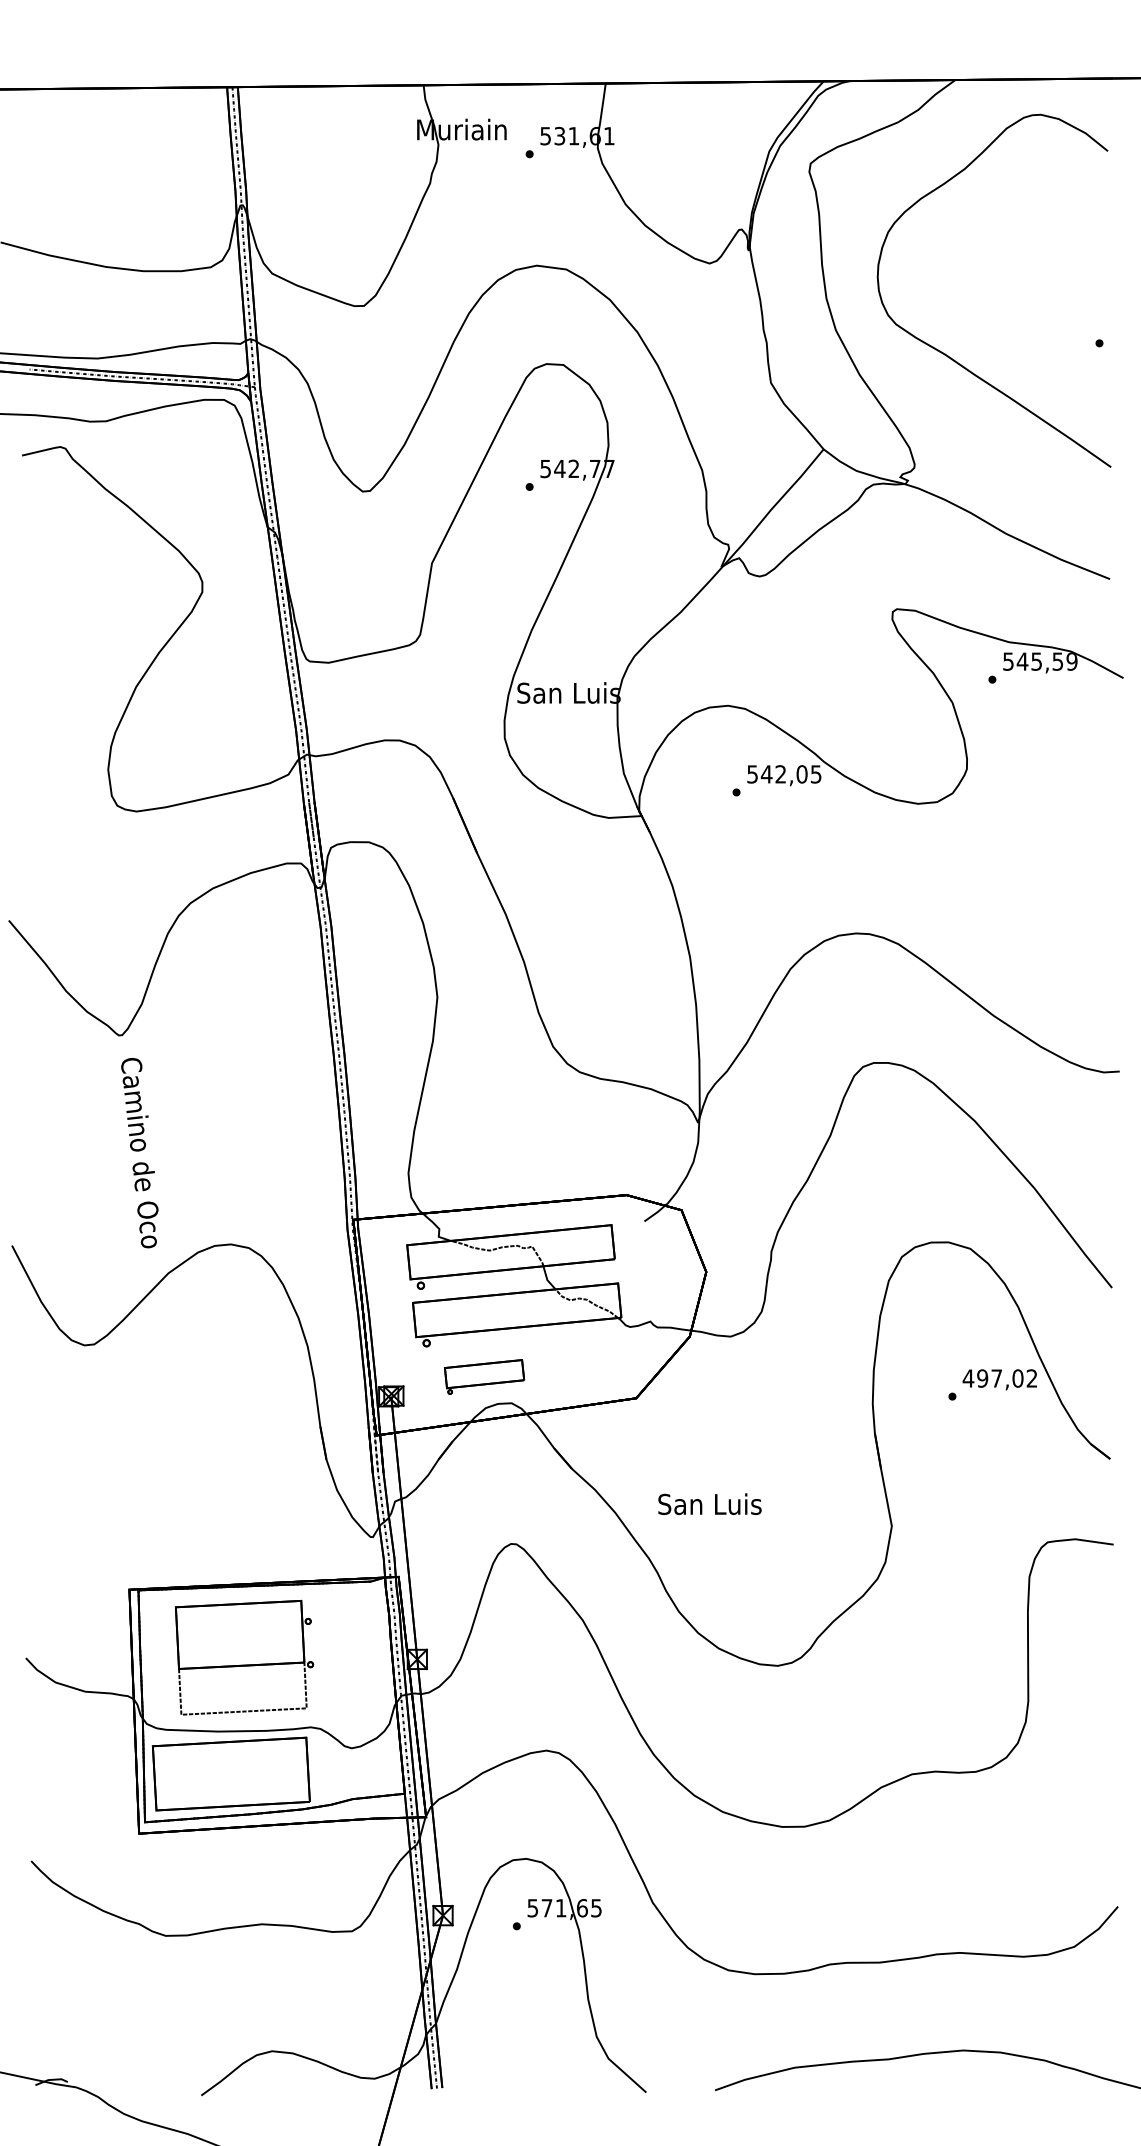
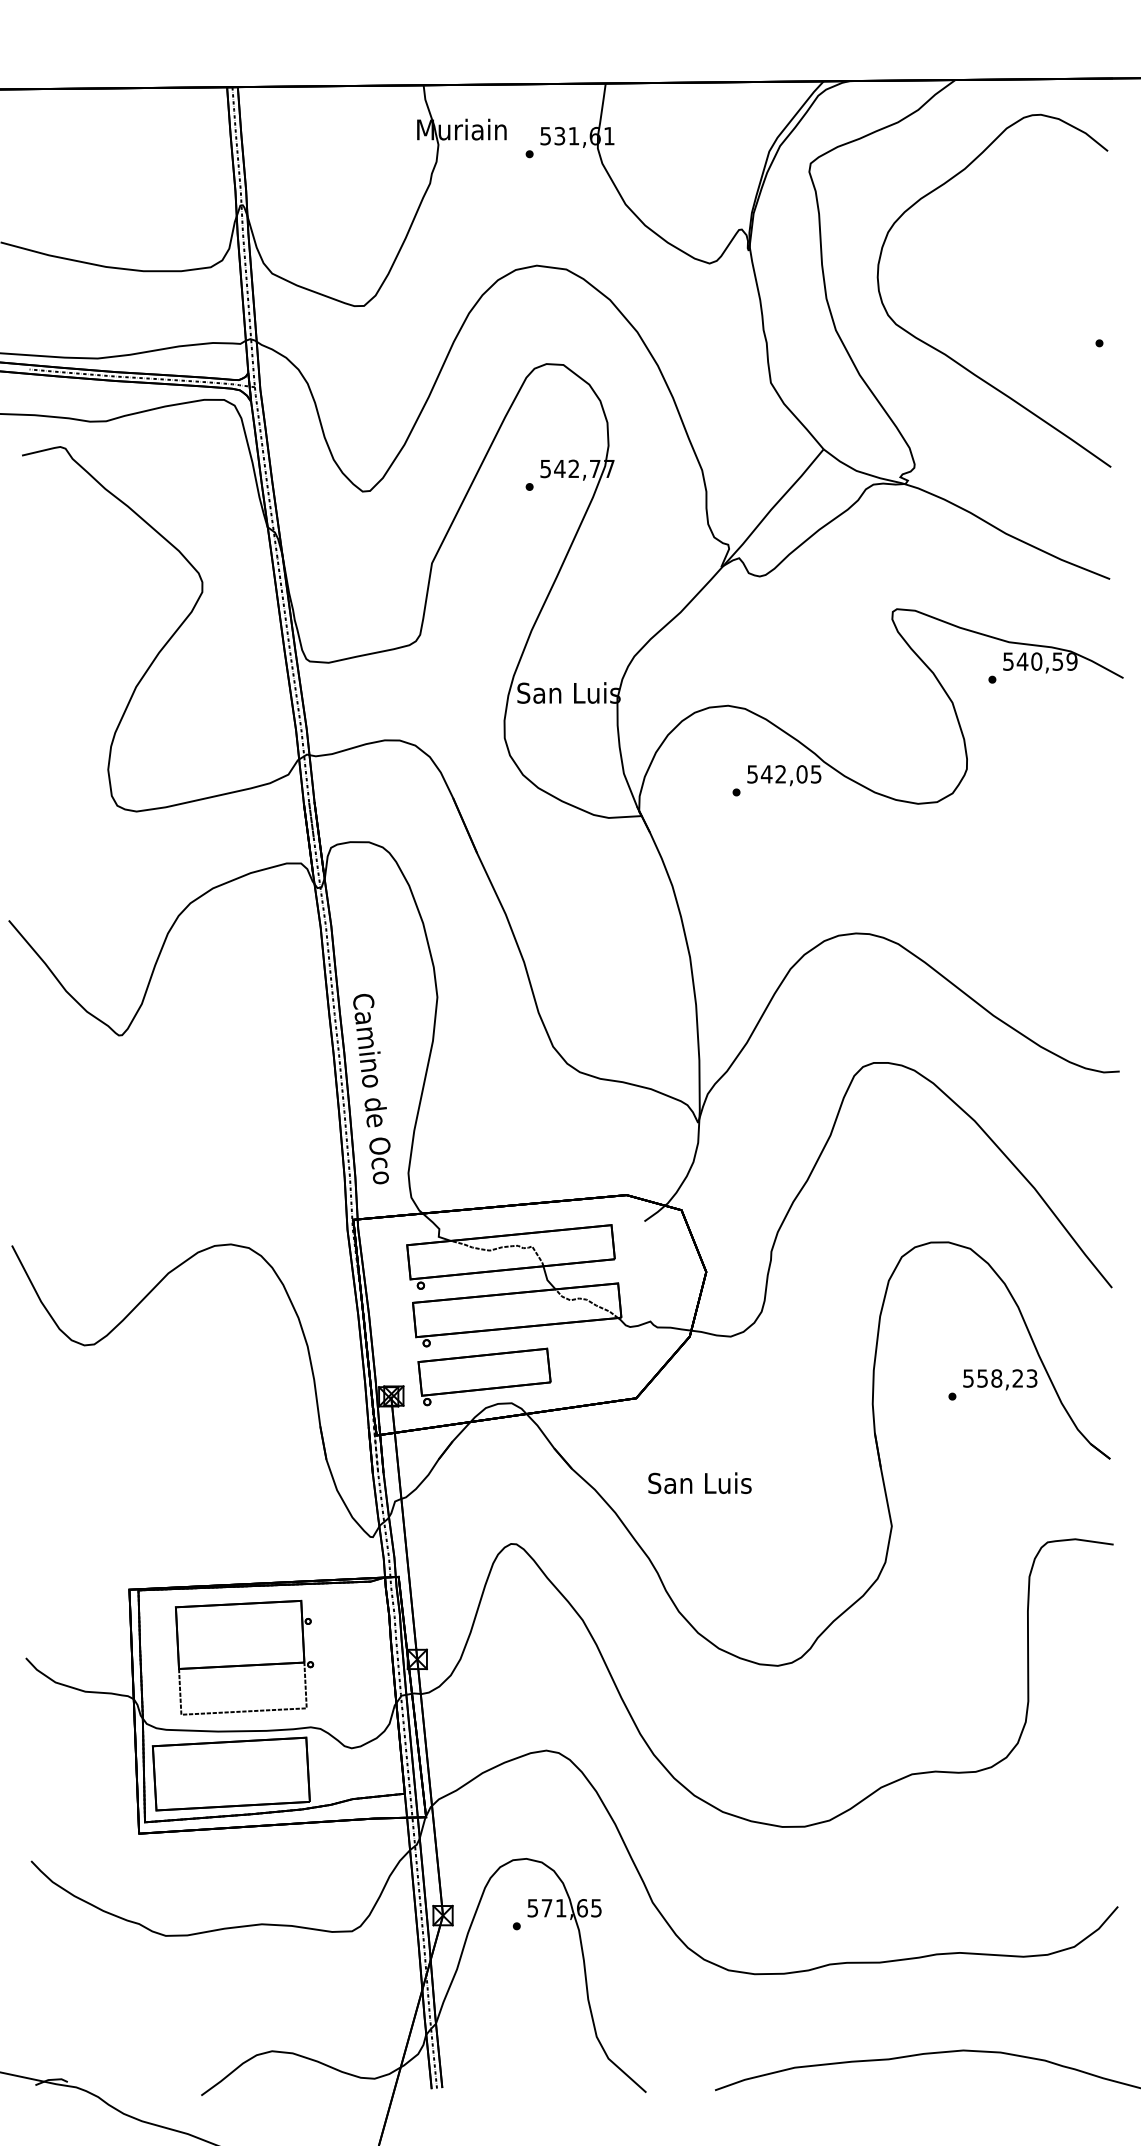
text at (1036, 661): 545,59 -> 540,59
text at (139, 1153) position: (139, 1153) -> (371, 1089)
part at (484, 1376) size: 82x36 px -> 135x60 px
text at (999, 1378): 497,02 -> 558,23
text at (709, 1503) position: (709, 1503) -> (699, 1482)
